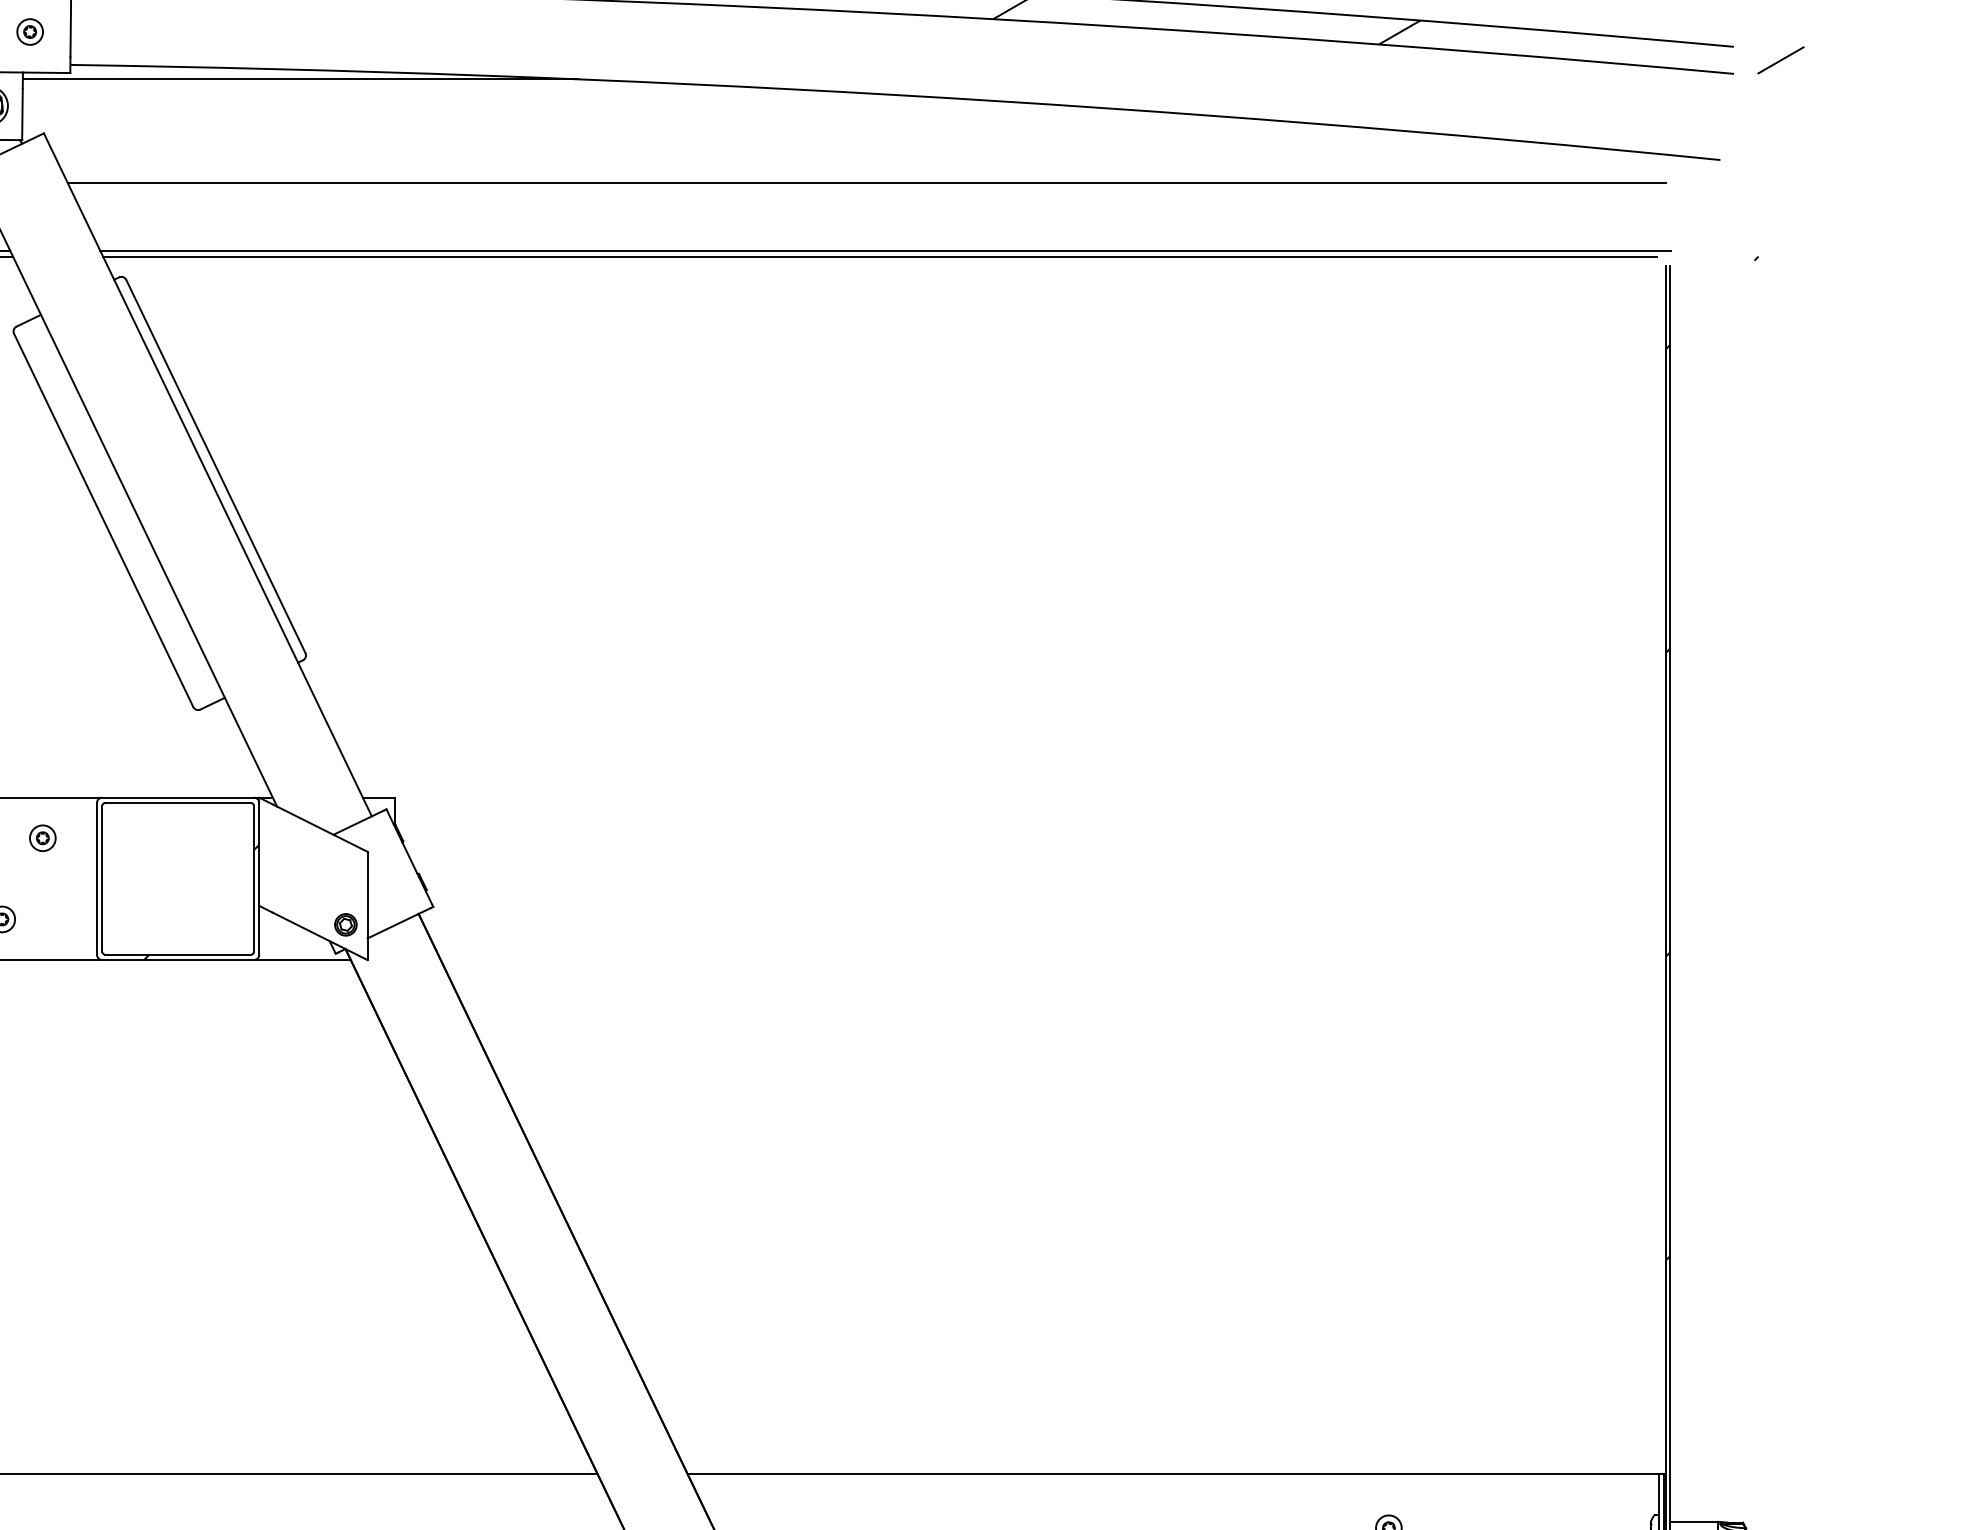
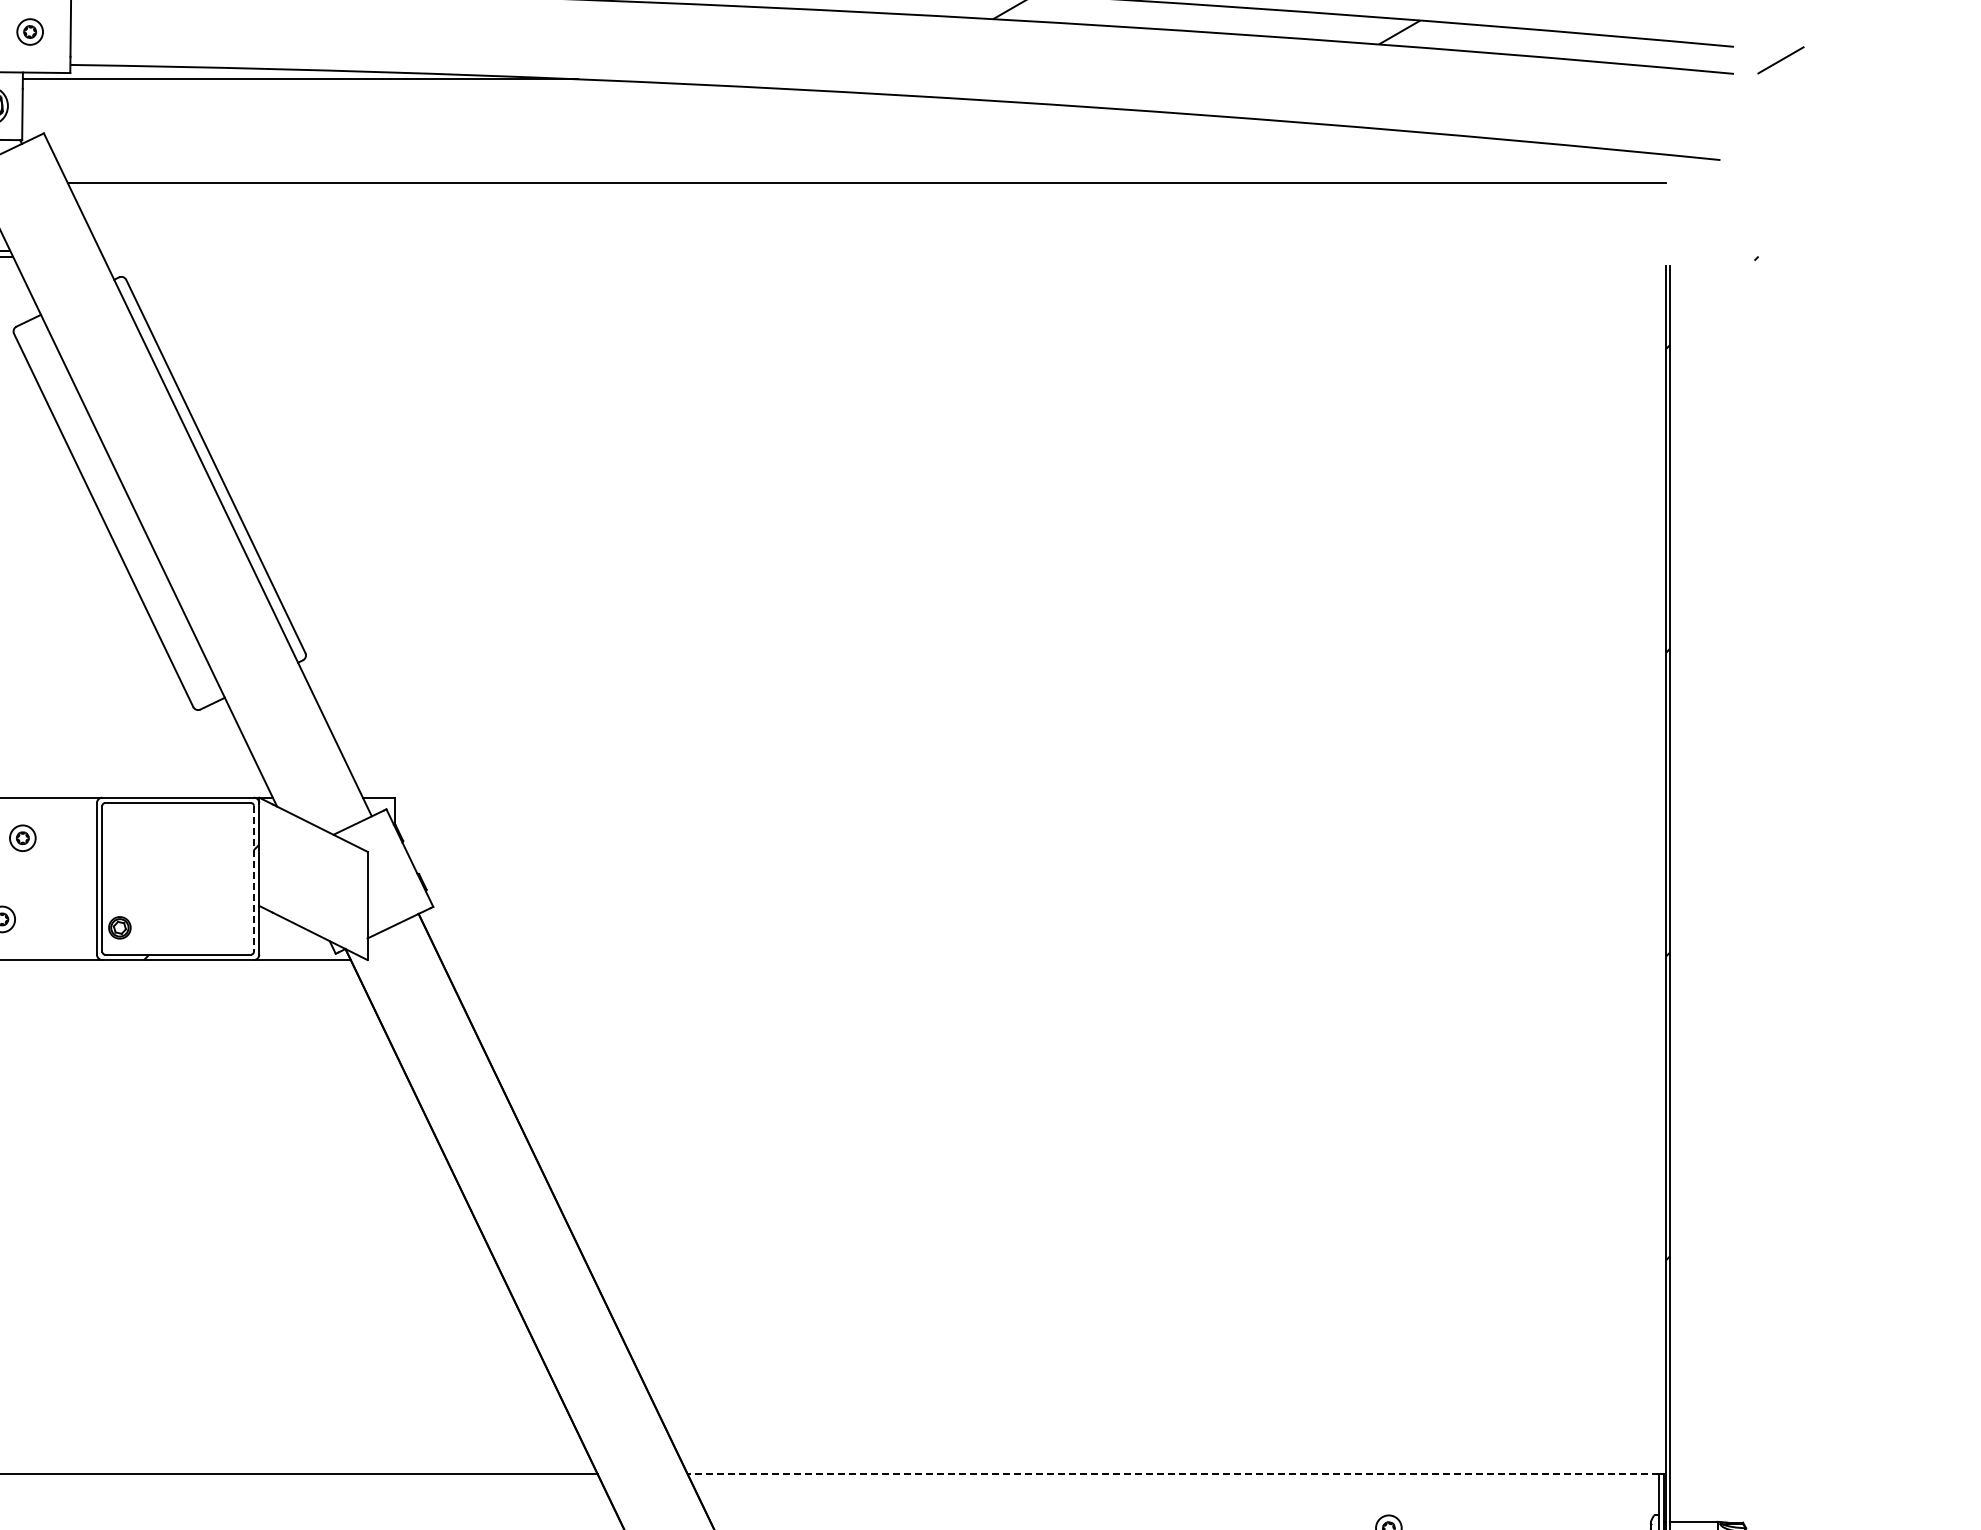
line at (885, 251): present -> none
line at (879, 256): present -> none
part at (42, 837) position: (42, 837) -> (22, 837)
line at (253, 879): solid -> dashed
part at (345, 924) position: (345, 924) -> (119, 927)
line at (1173, 1474): solid -> dashed
